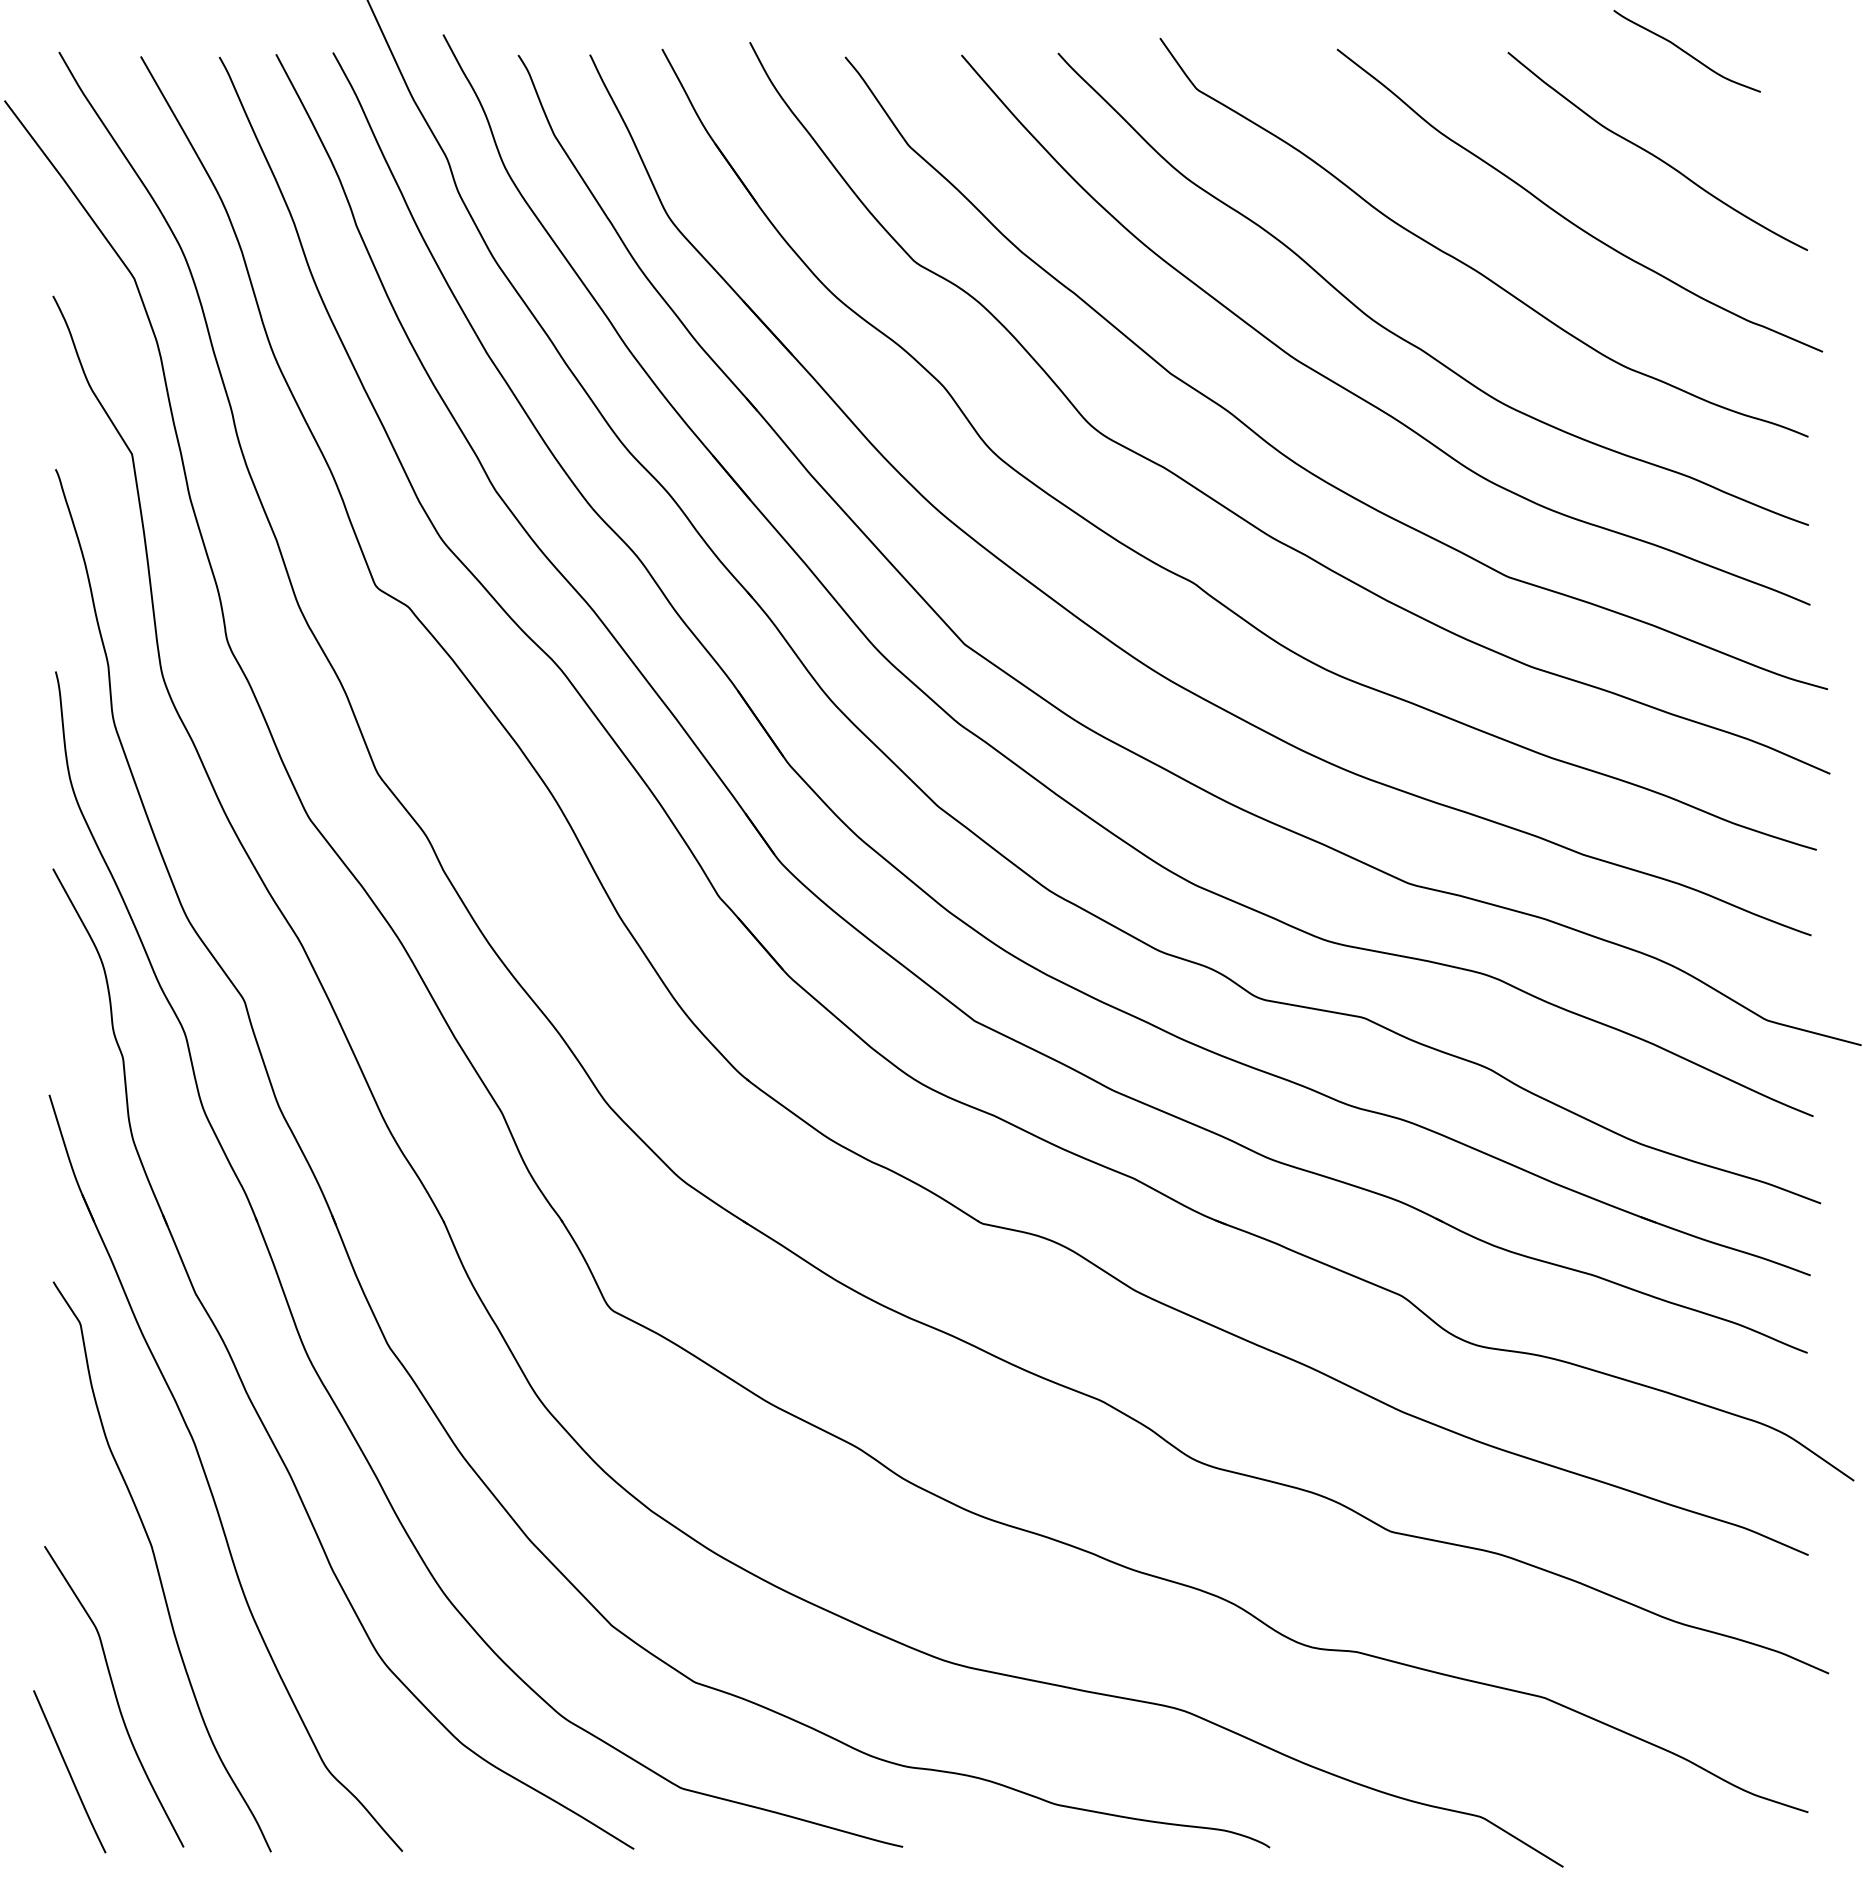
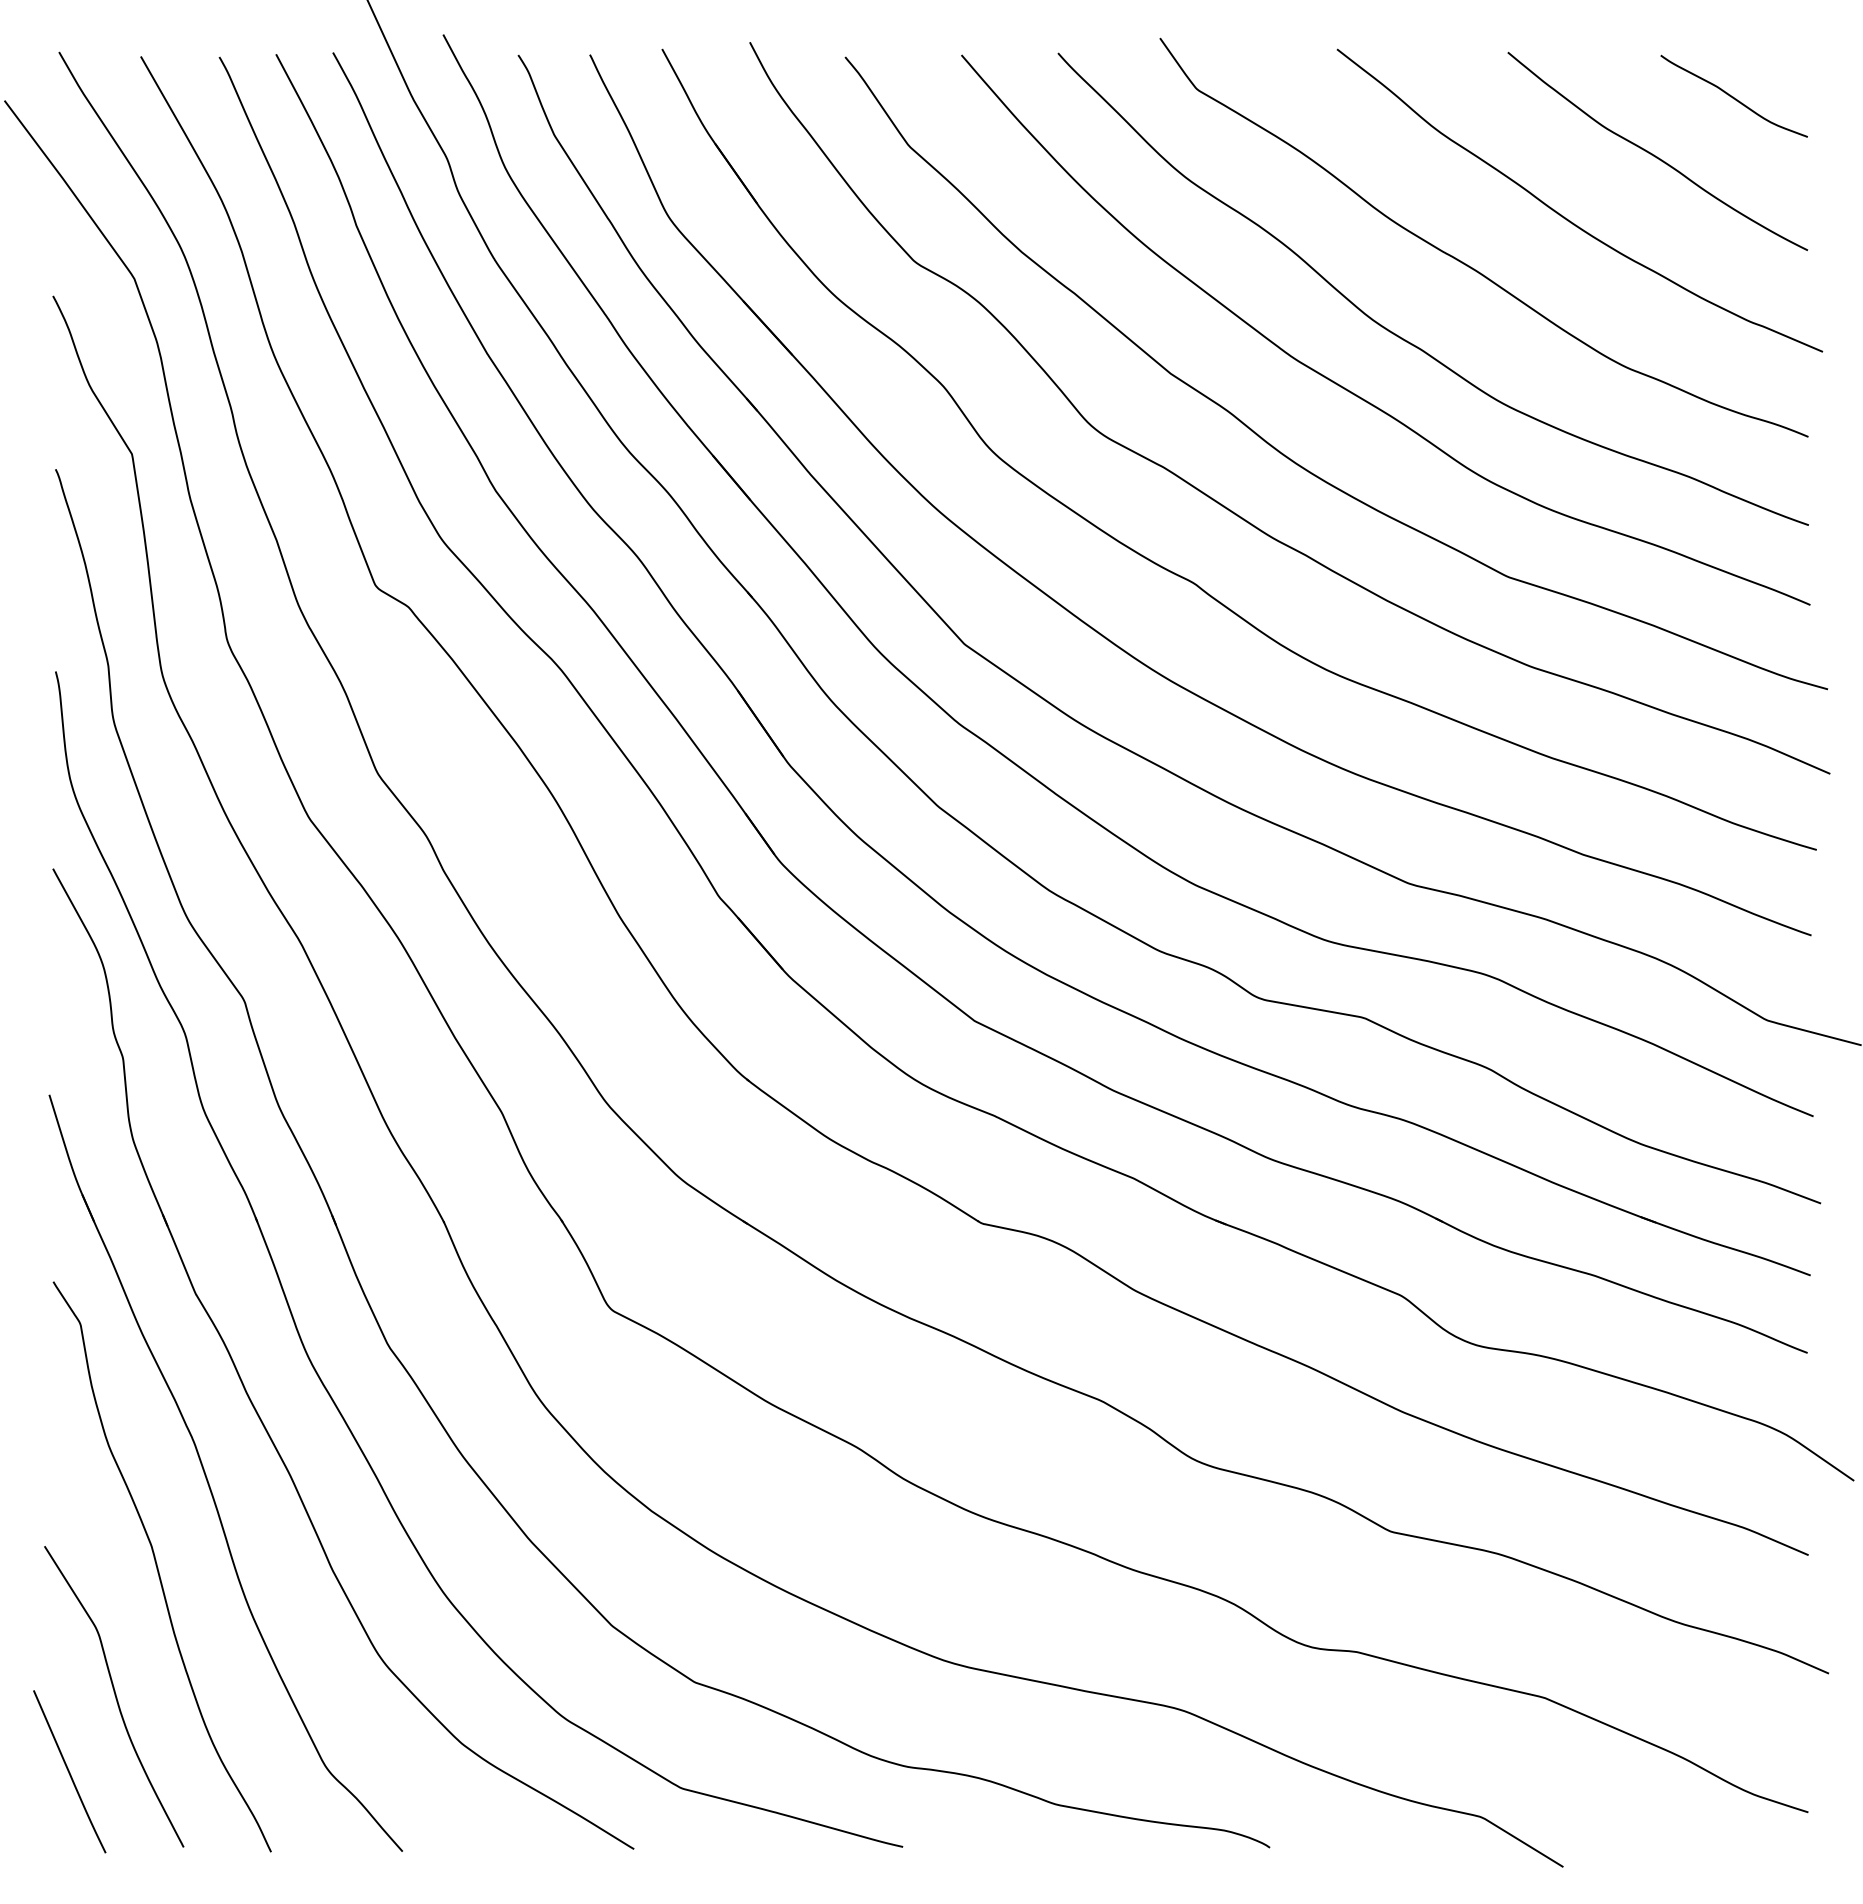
curve at (1686, 51) position: (1686, 51) -> (1733, 96)
